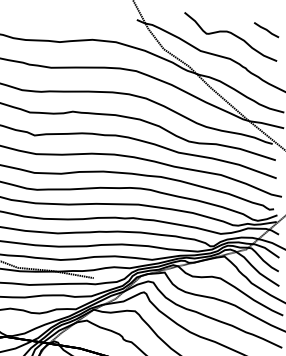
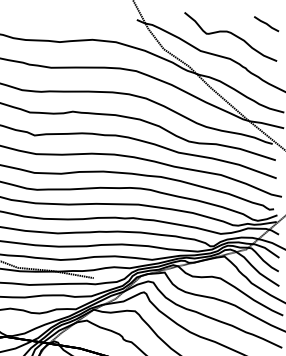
line at (266, 30) position: (266, 30) -> (266, 24)
